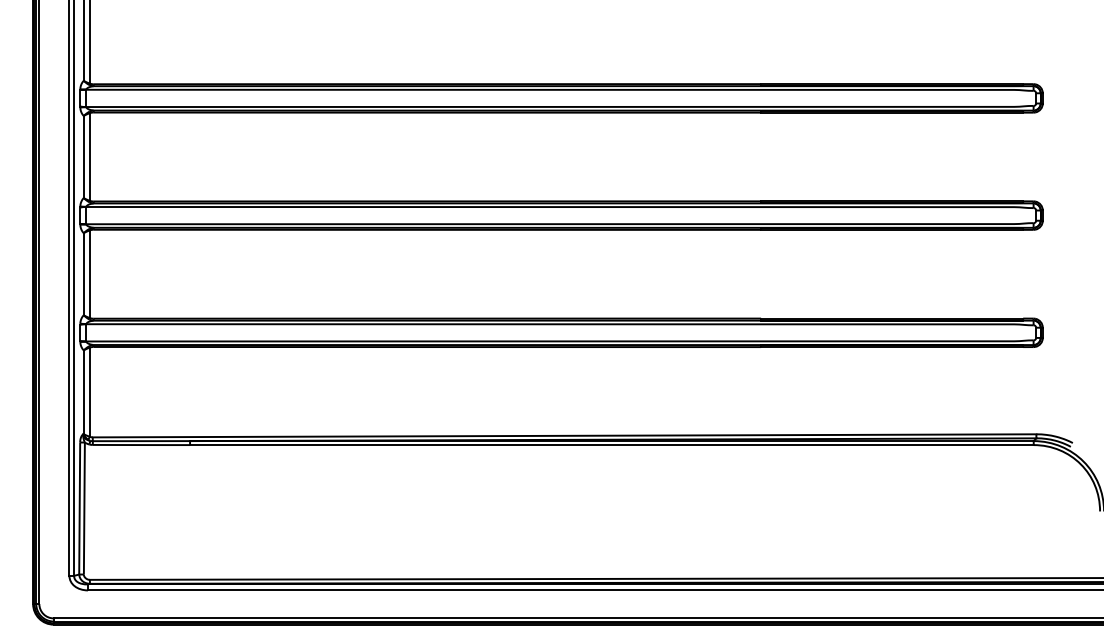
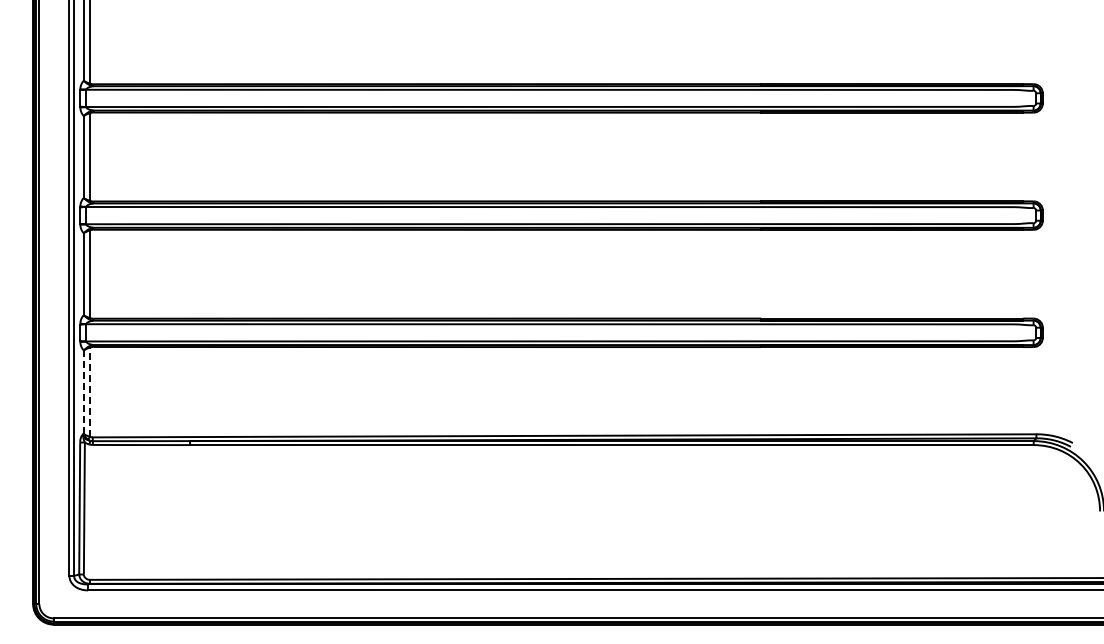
line at (83, 392): solid -> dashed
line at (89, 392): solid -> dashed
